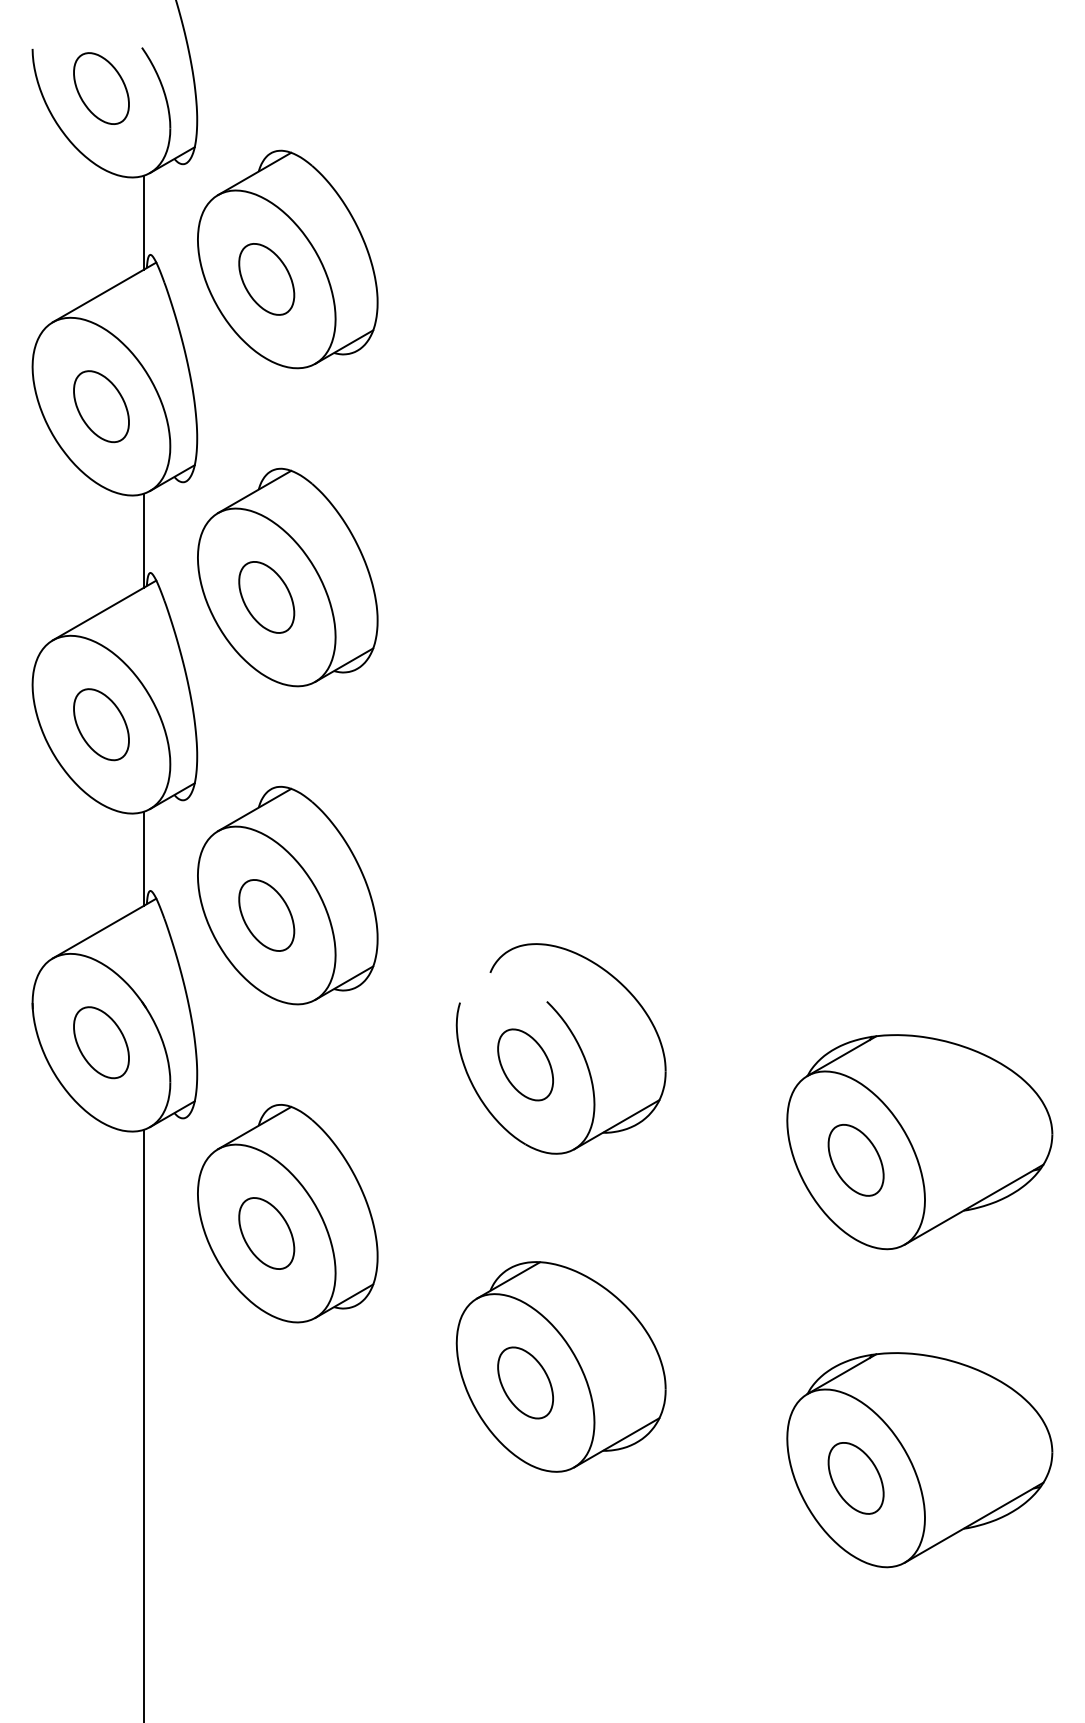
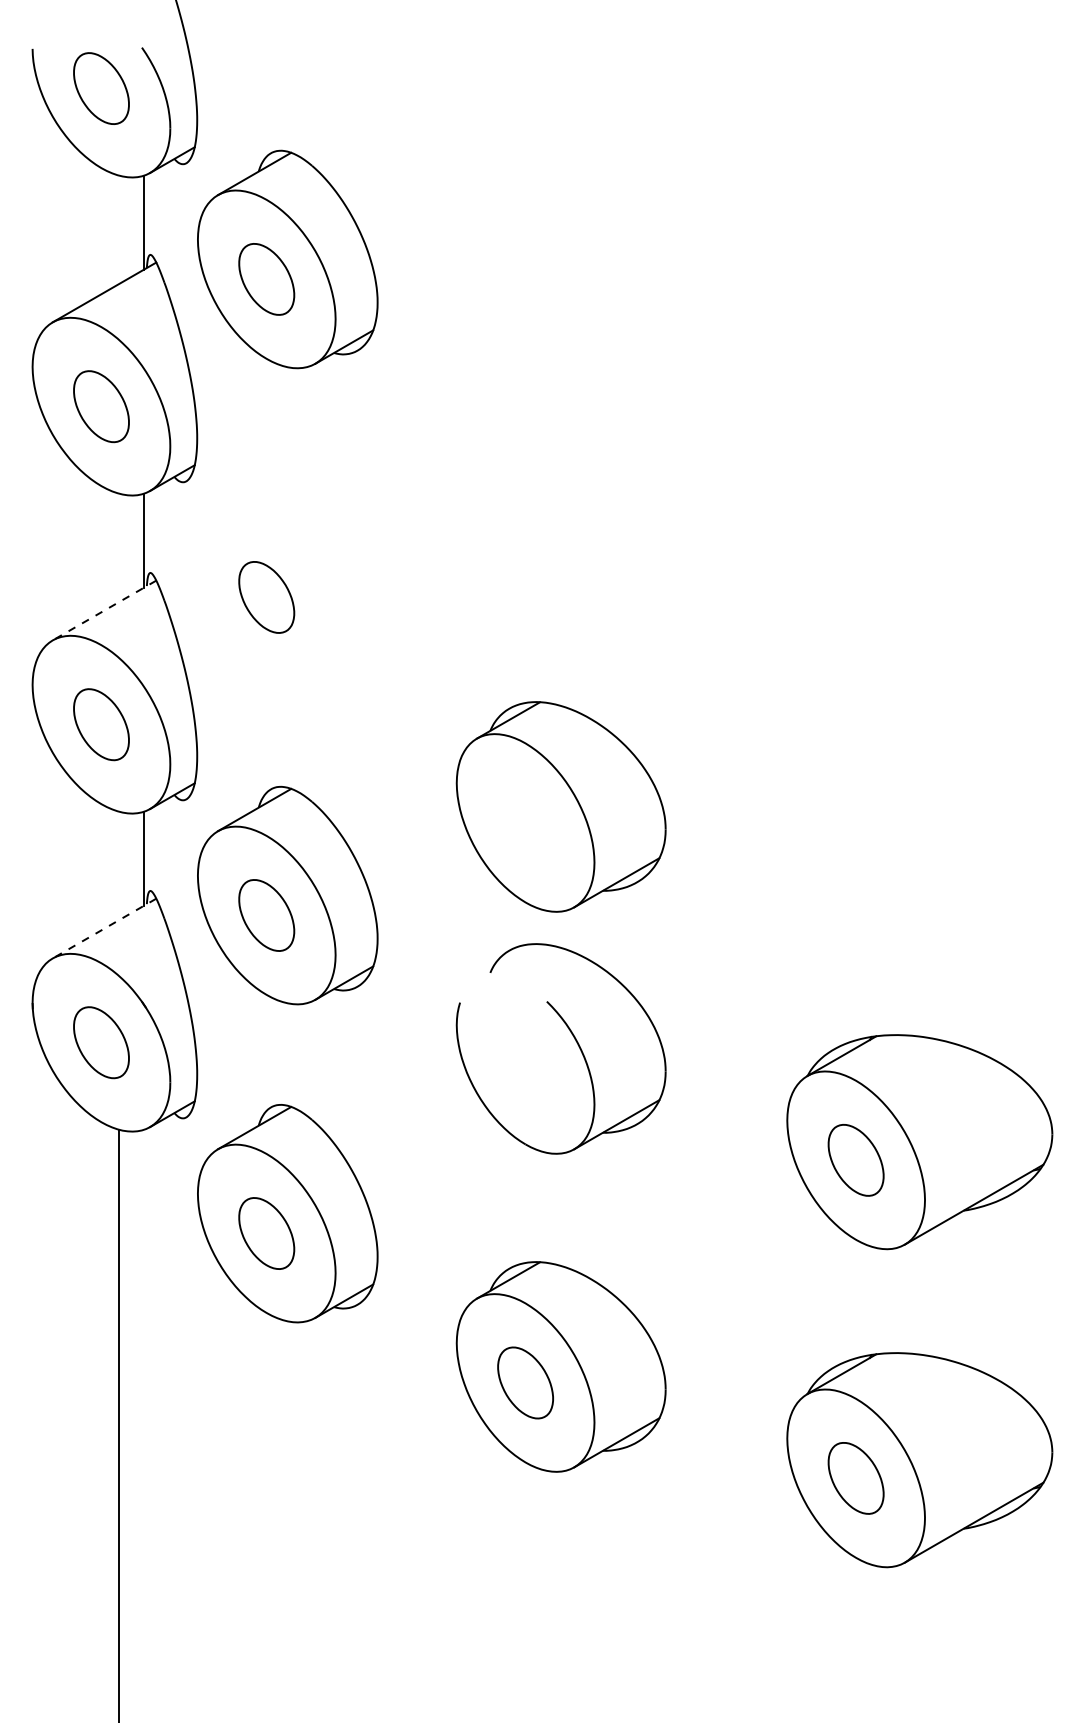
part at (287, 577): present -> none
line at (104, 610): solid -> dashed
part at (560, 806): none -> present
line at (104, 928): solid -> dashed
part at (525, 1064): present -> none
line at (144, 1424) position: (144, 1424) -> (119, 1424)
